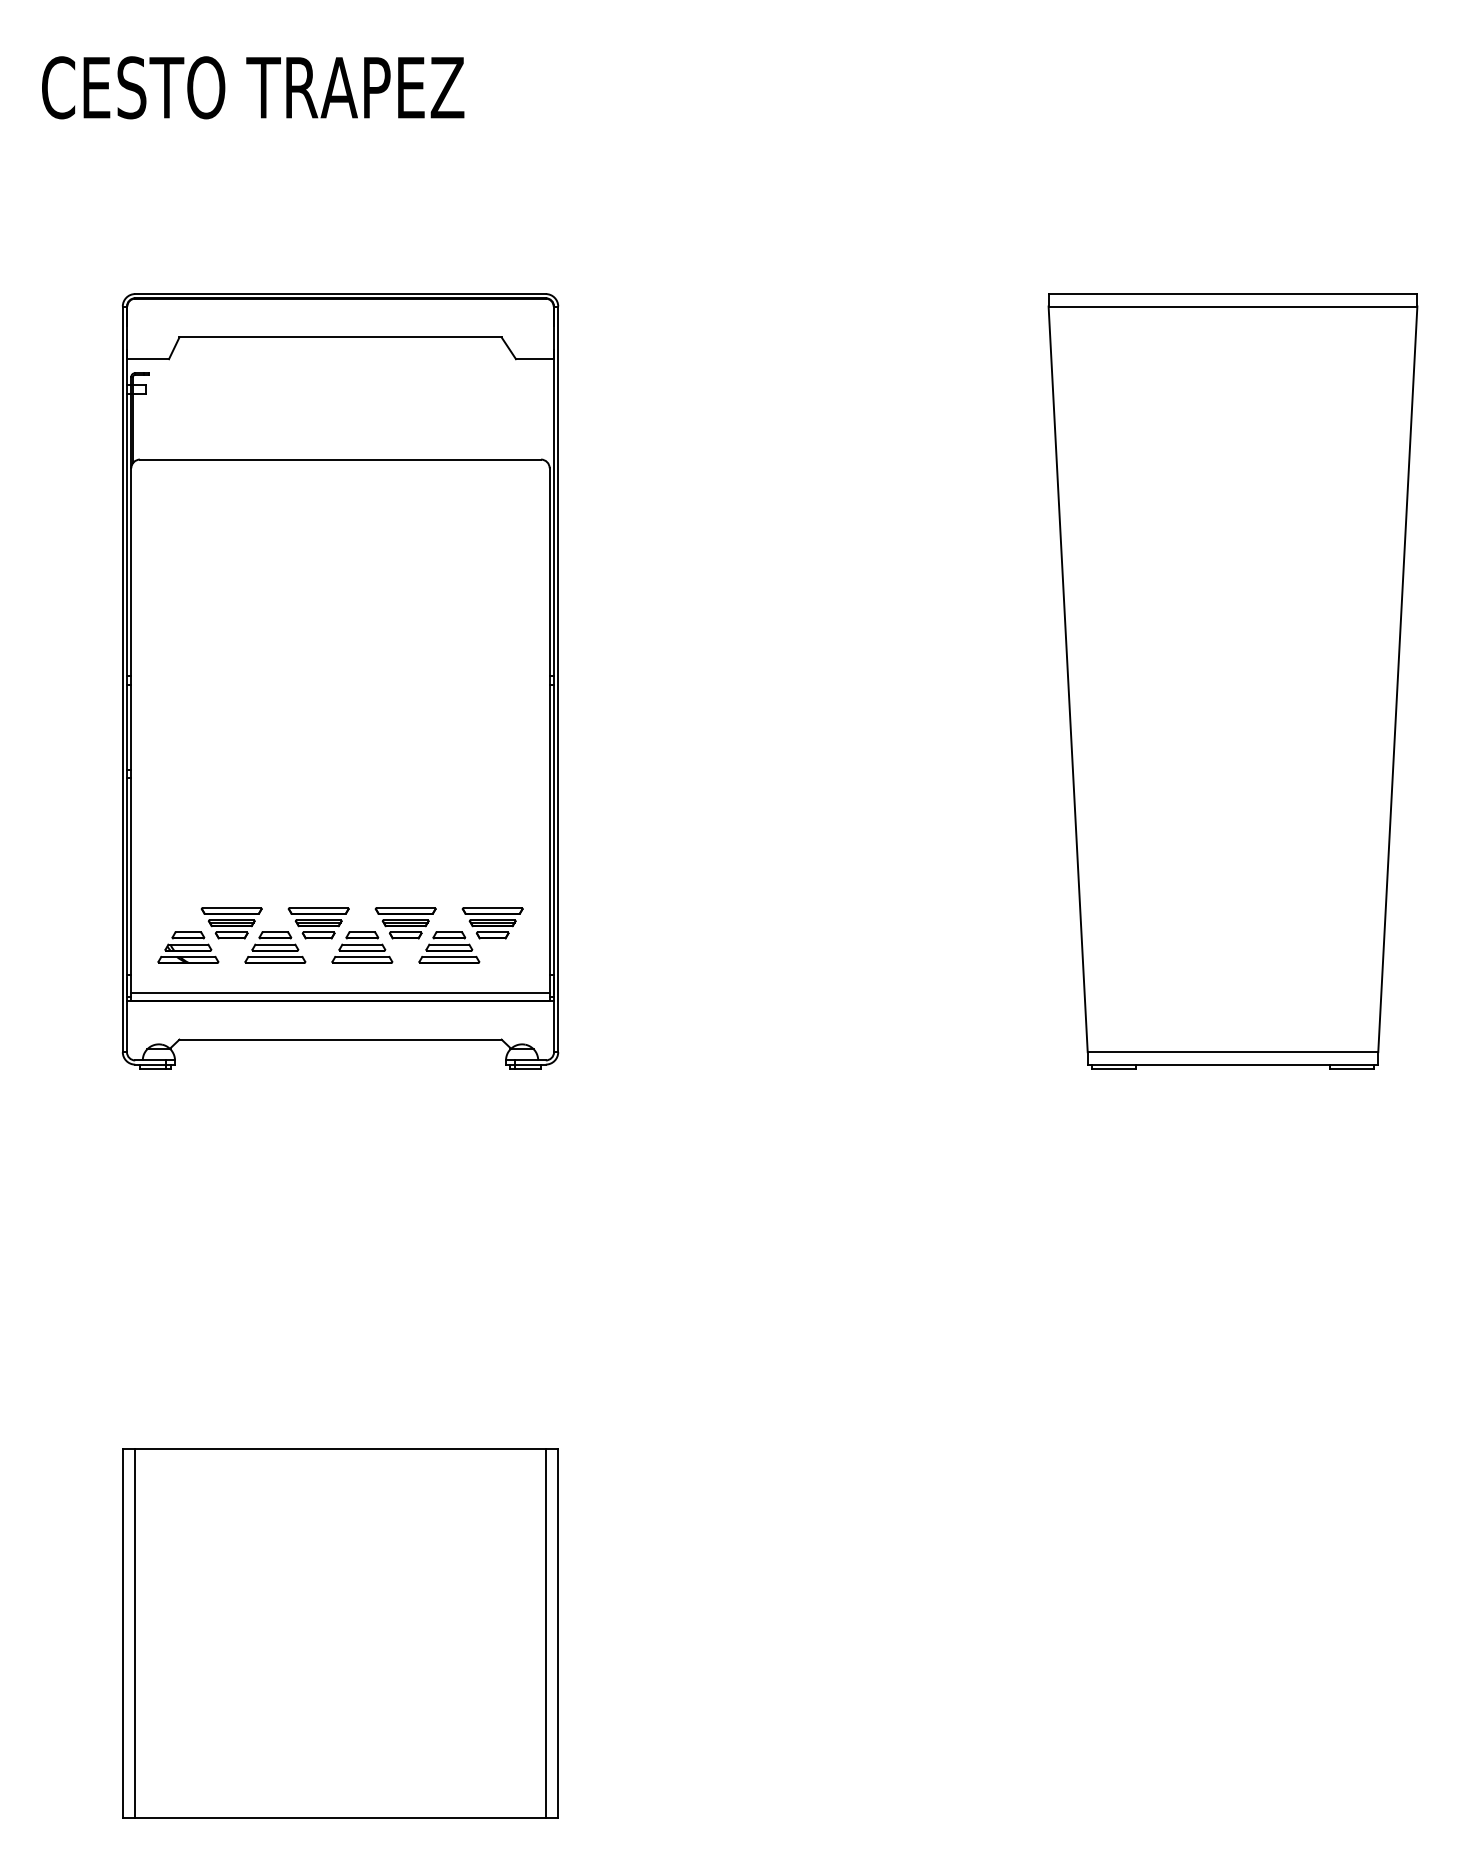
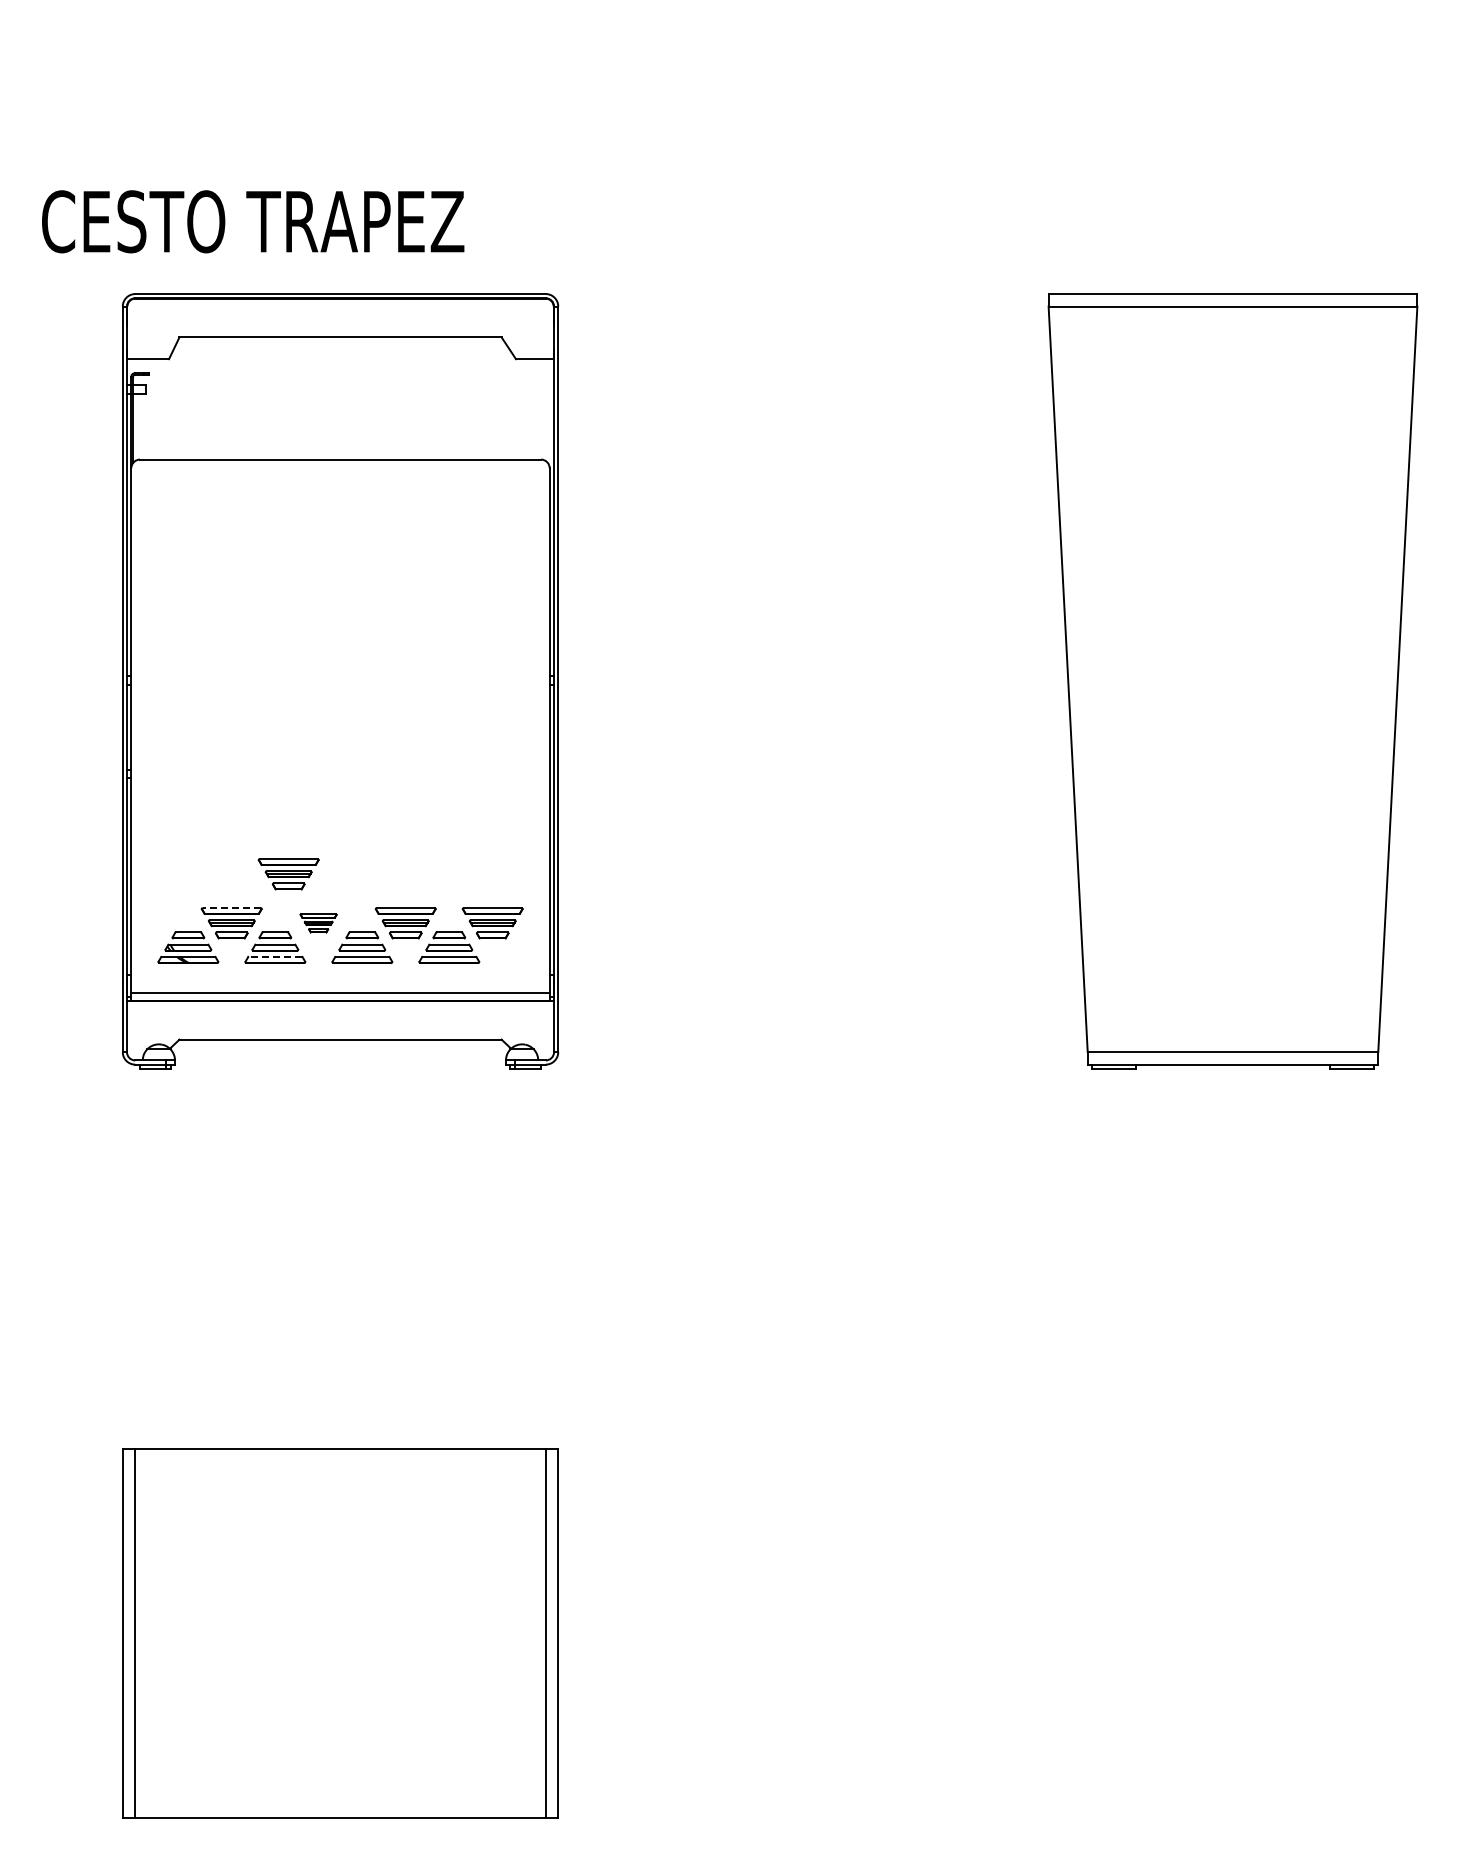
text at (253, 87) position: (253, 87) -> (253, 221)
part at (288, 874): none -> present
line at (231, 908): solid -> dashed
part at (318, 923) size: 63x33 px -> 39x21 px
line at (274, 956): solid -> dashed
